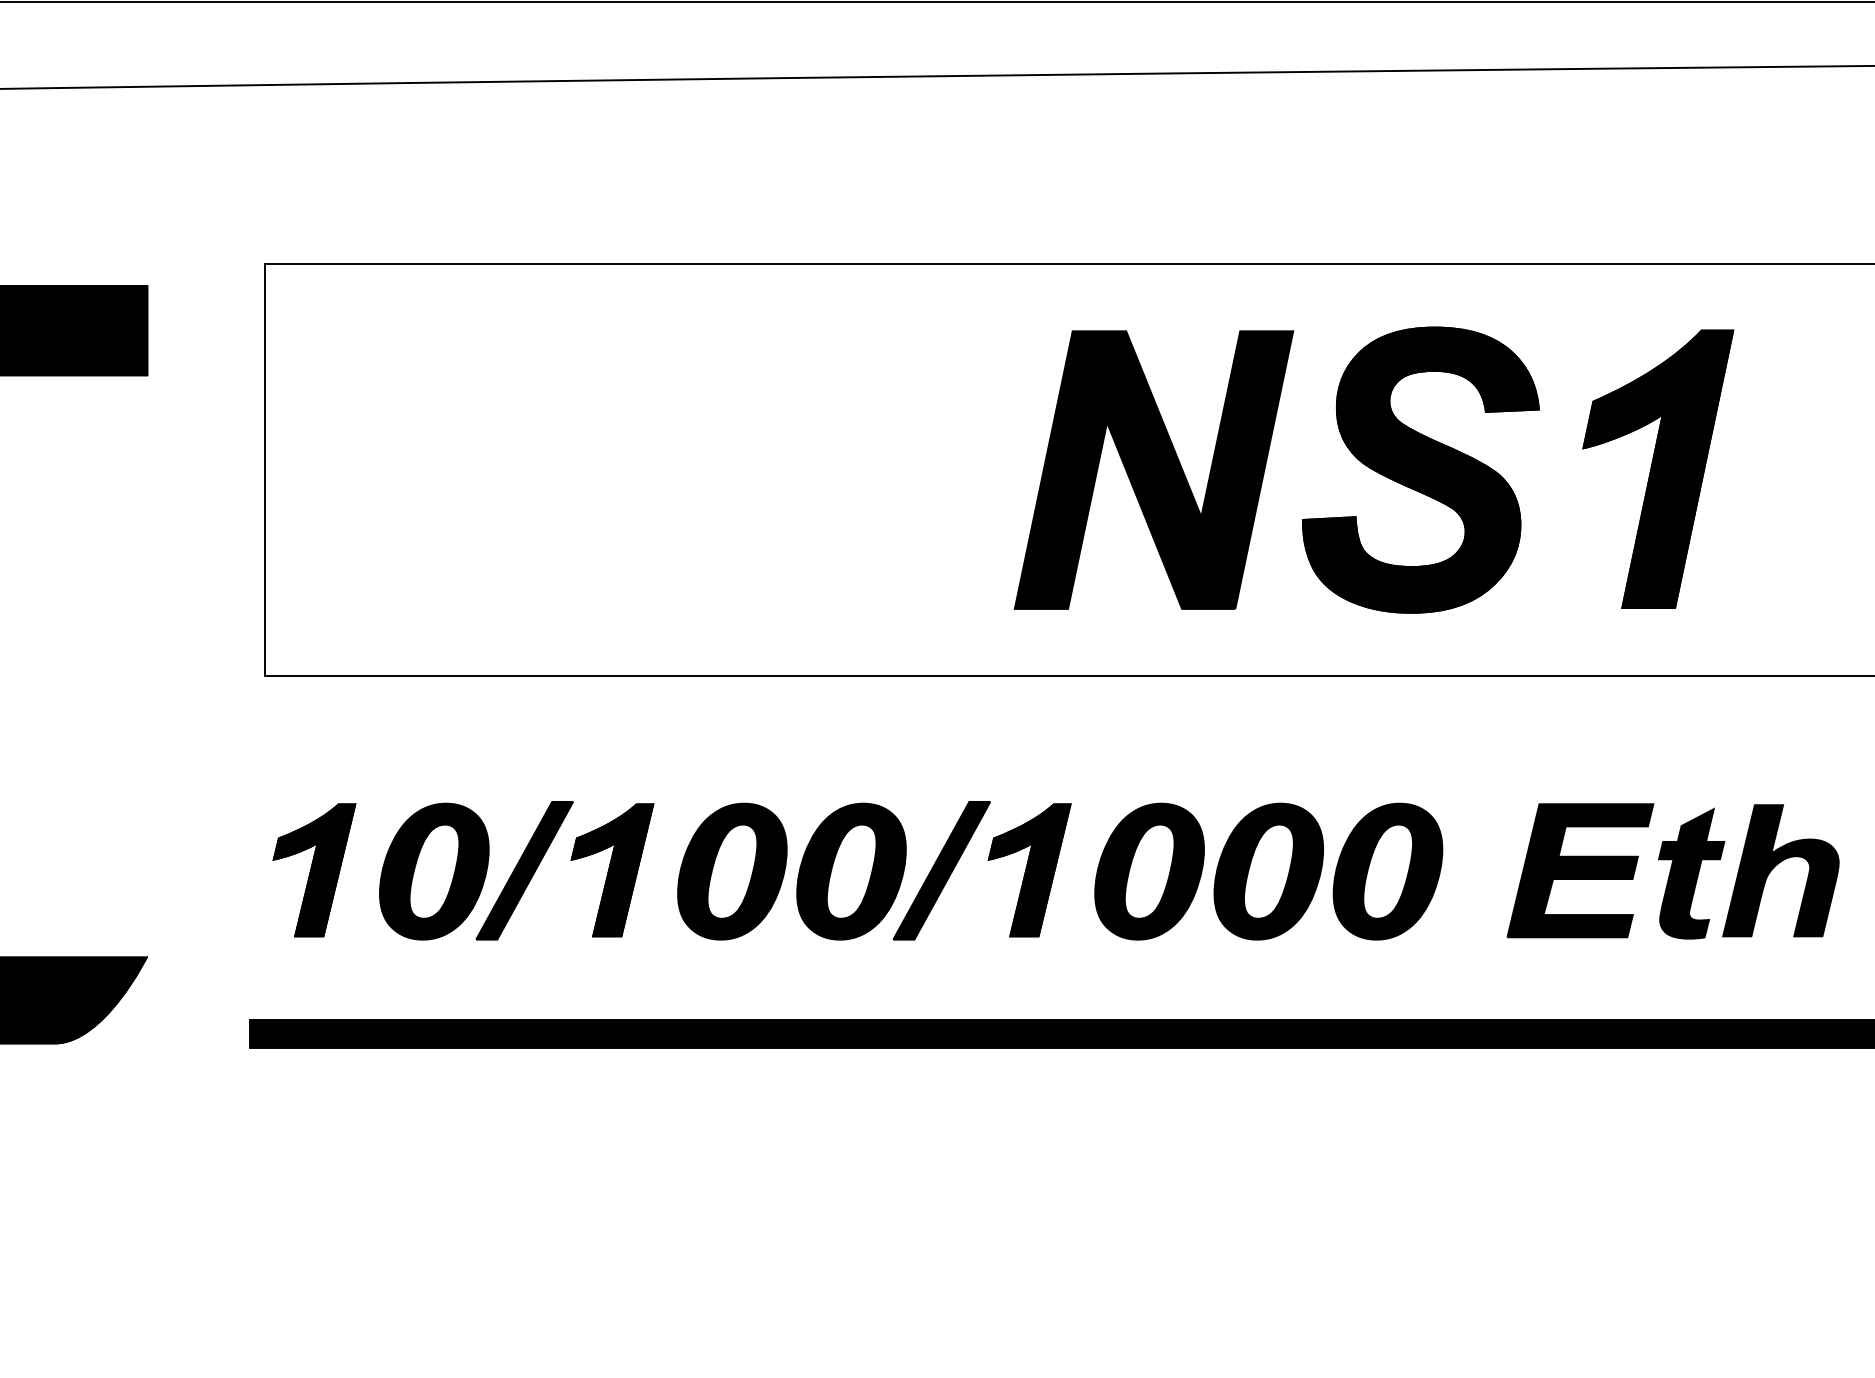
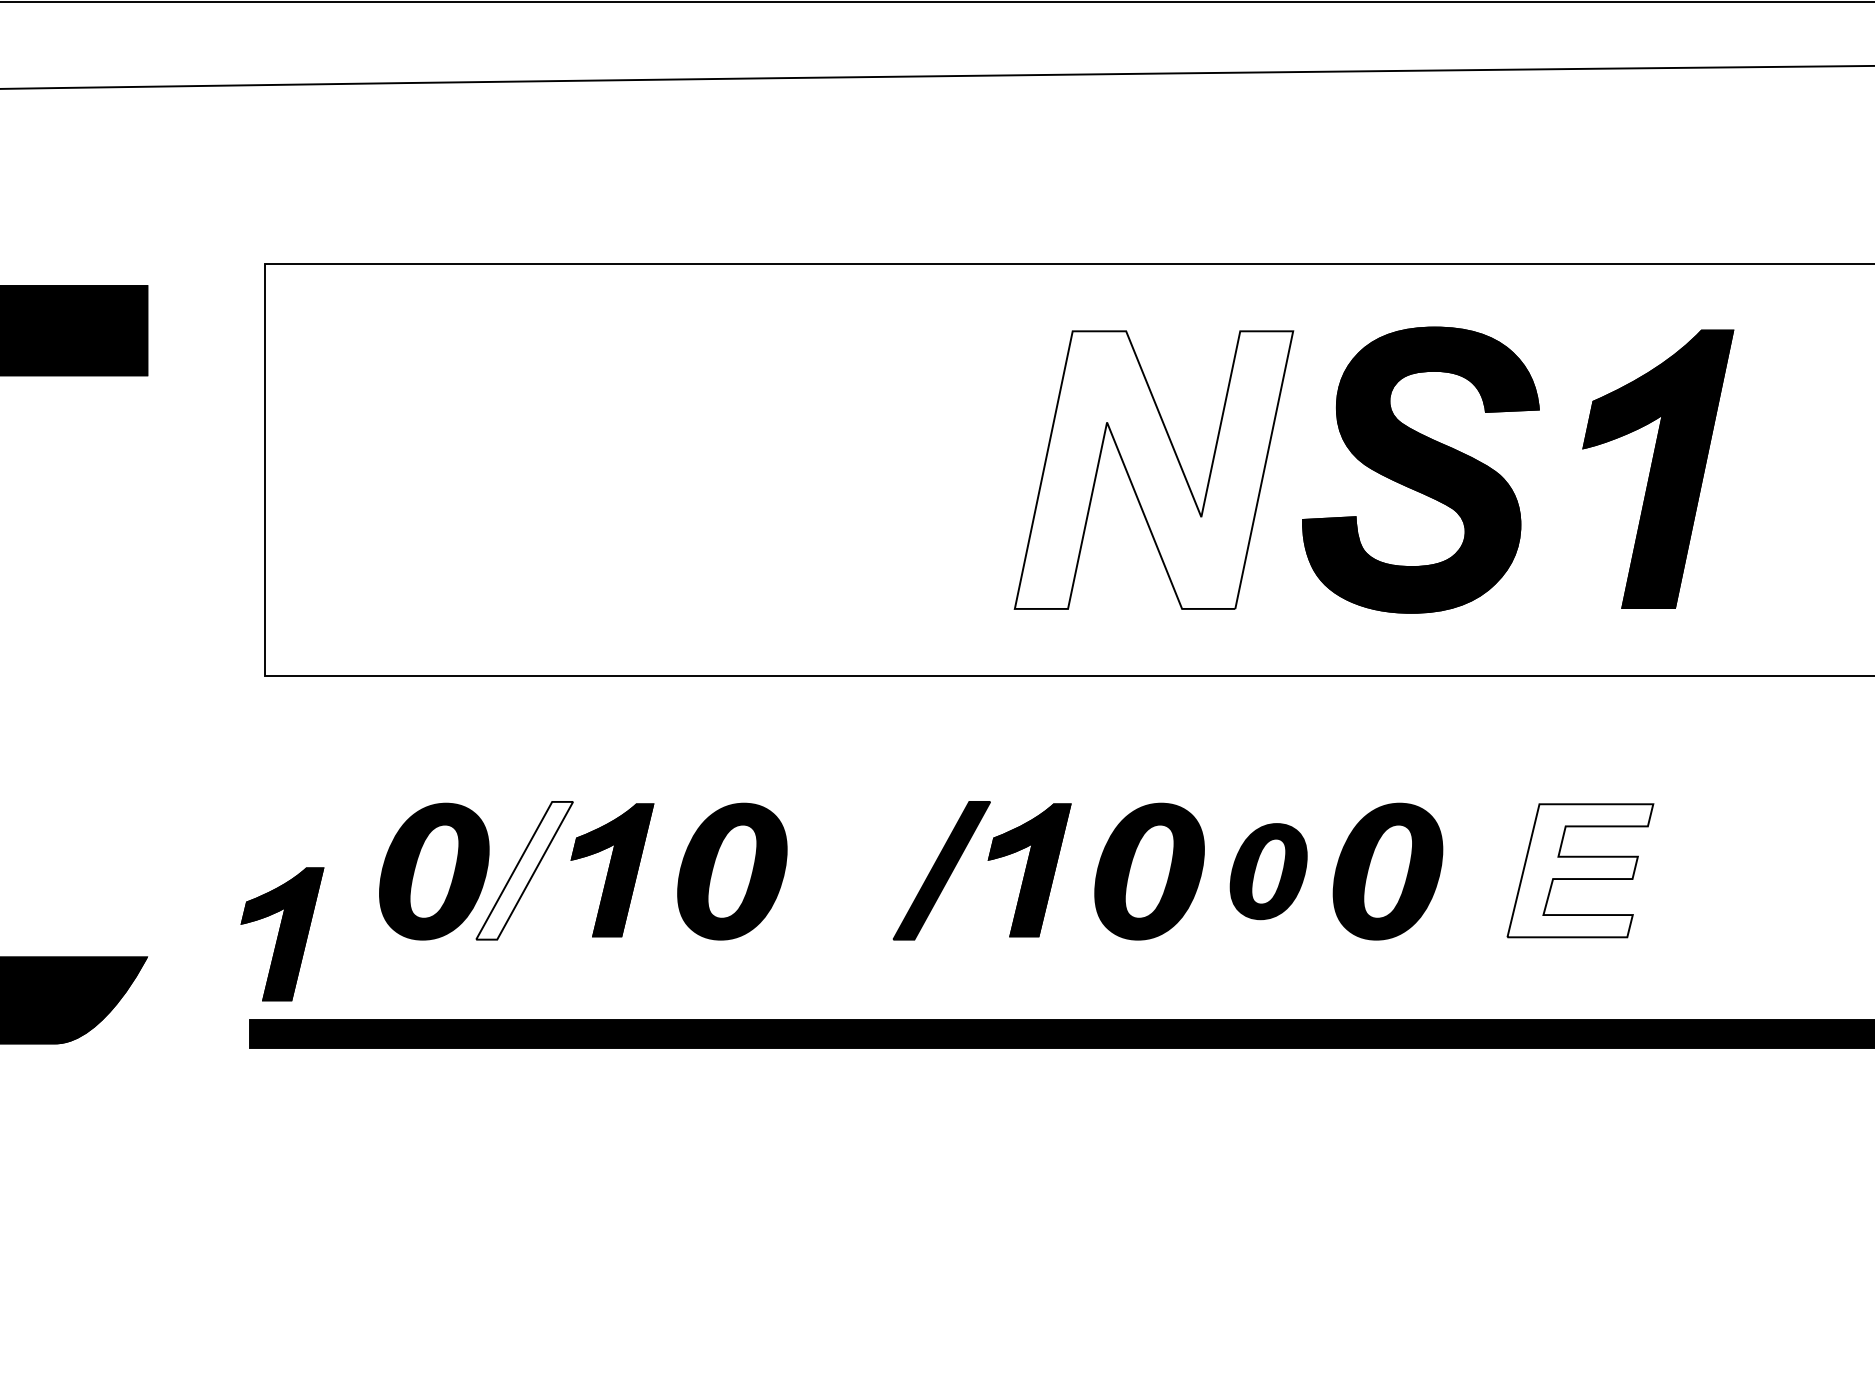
fill at (1153, 469): present -> none
part at (314, 870) position: (314, 870) -> (282, 934)
fill at (524, 870): present -> none
fill at (1580, 870): present -> none
fill at (1780, 870): present -> none
part at (851, 871): present -> none
part at (1268, 871) size: 111x139 px -> 79x98 px
fill at (1691, 873): present -> none
